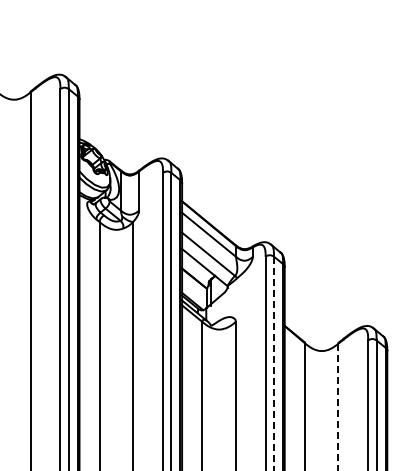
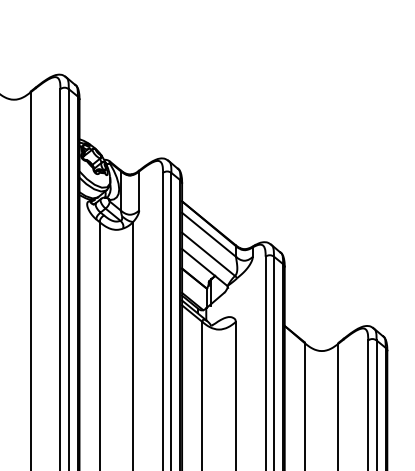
line at (274, 363): dashed -> solid
line at (338, 407): dashed -> solid
